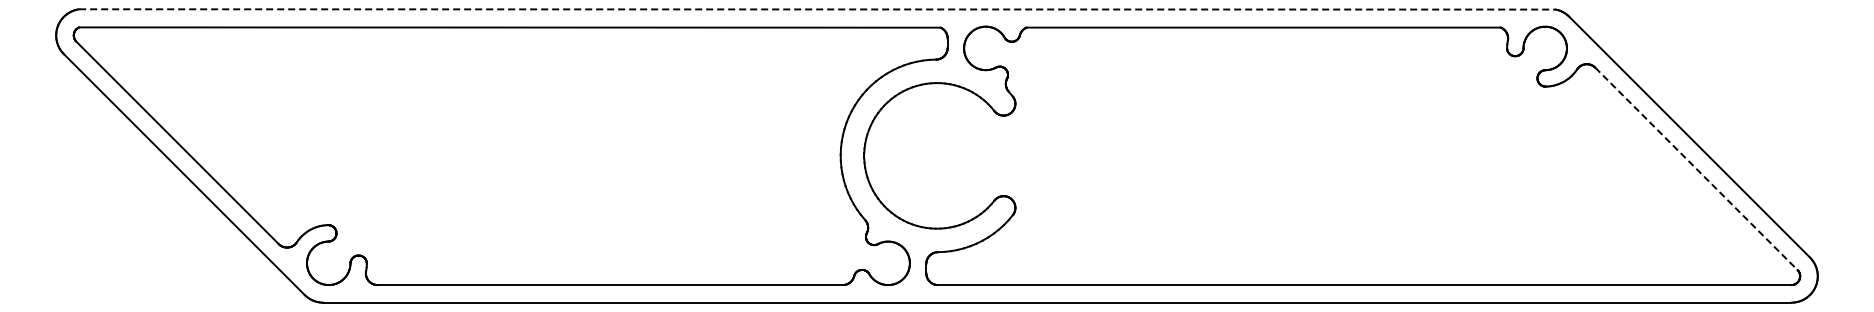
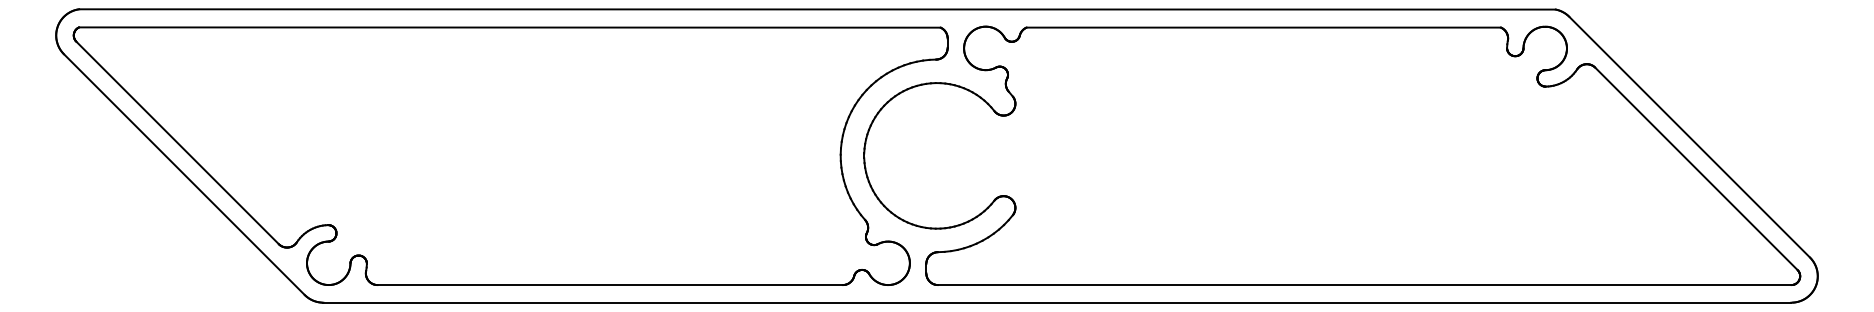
line at (817, 9): dashed -> solid
line at (1696, 169): dashed -> solid
